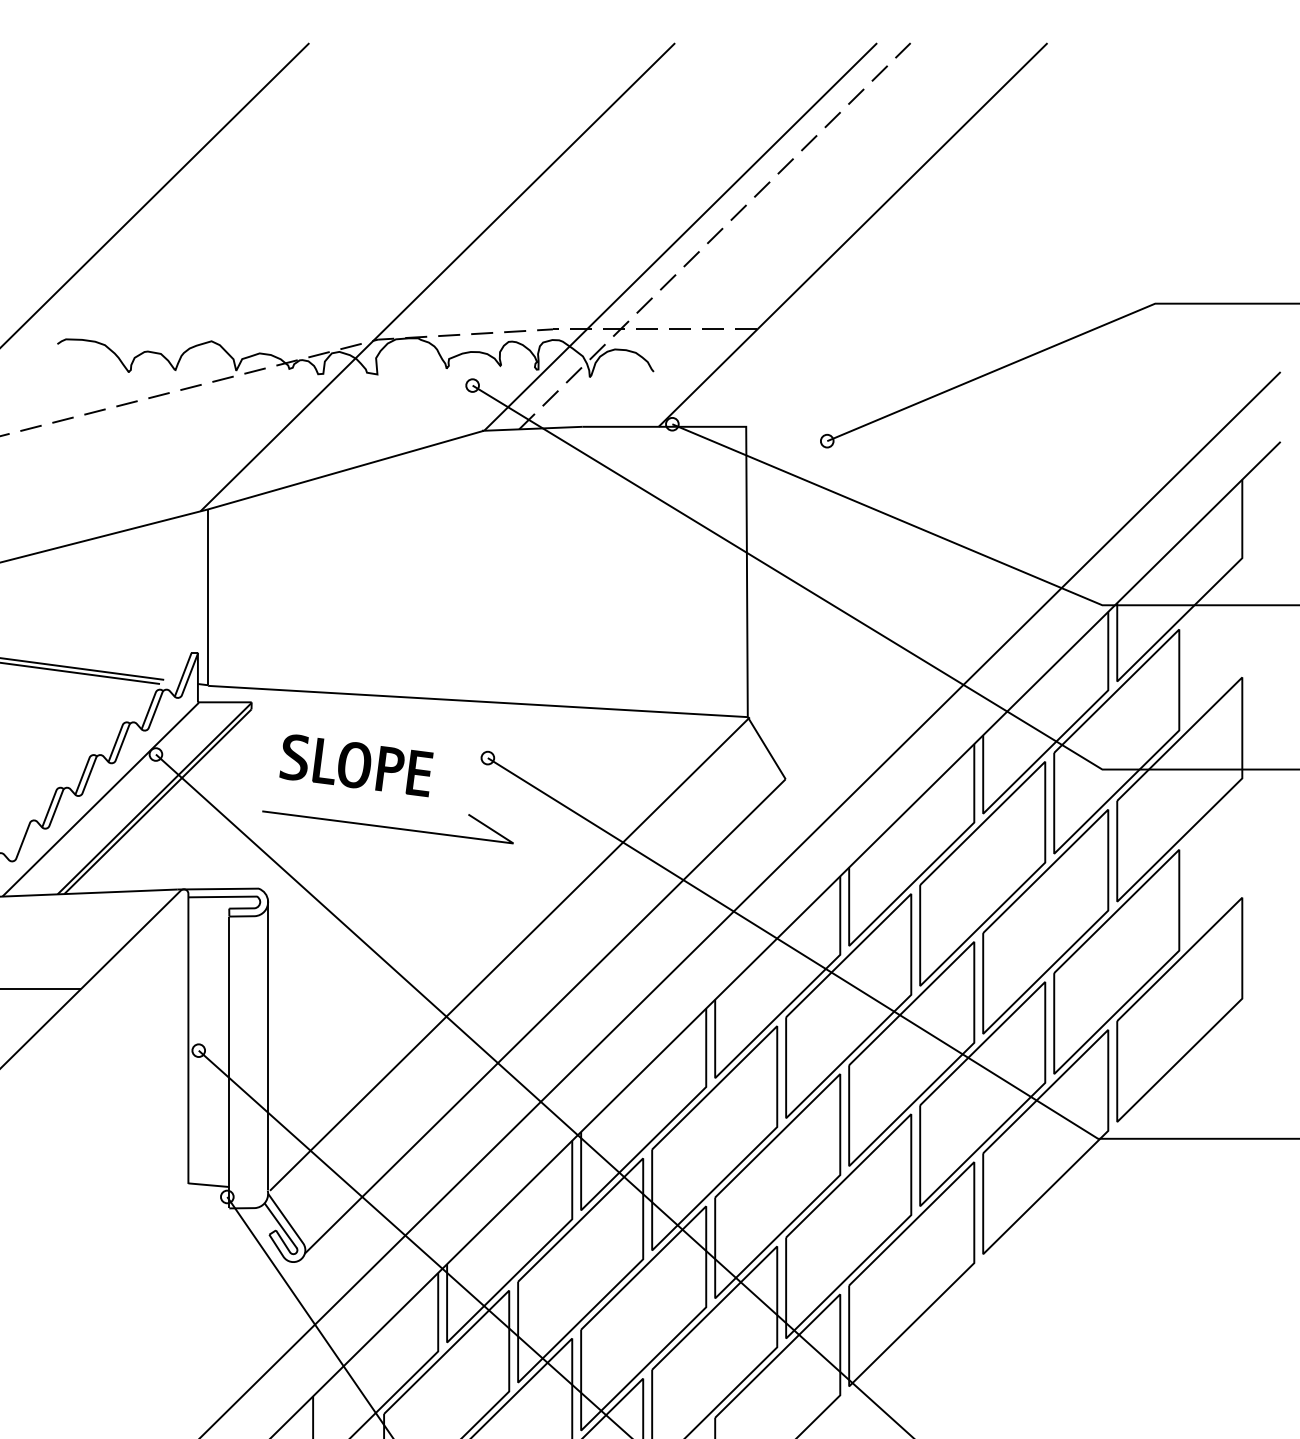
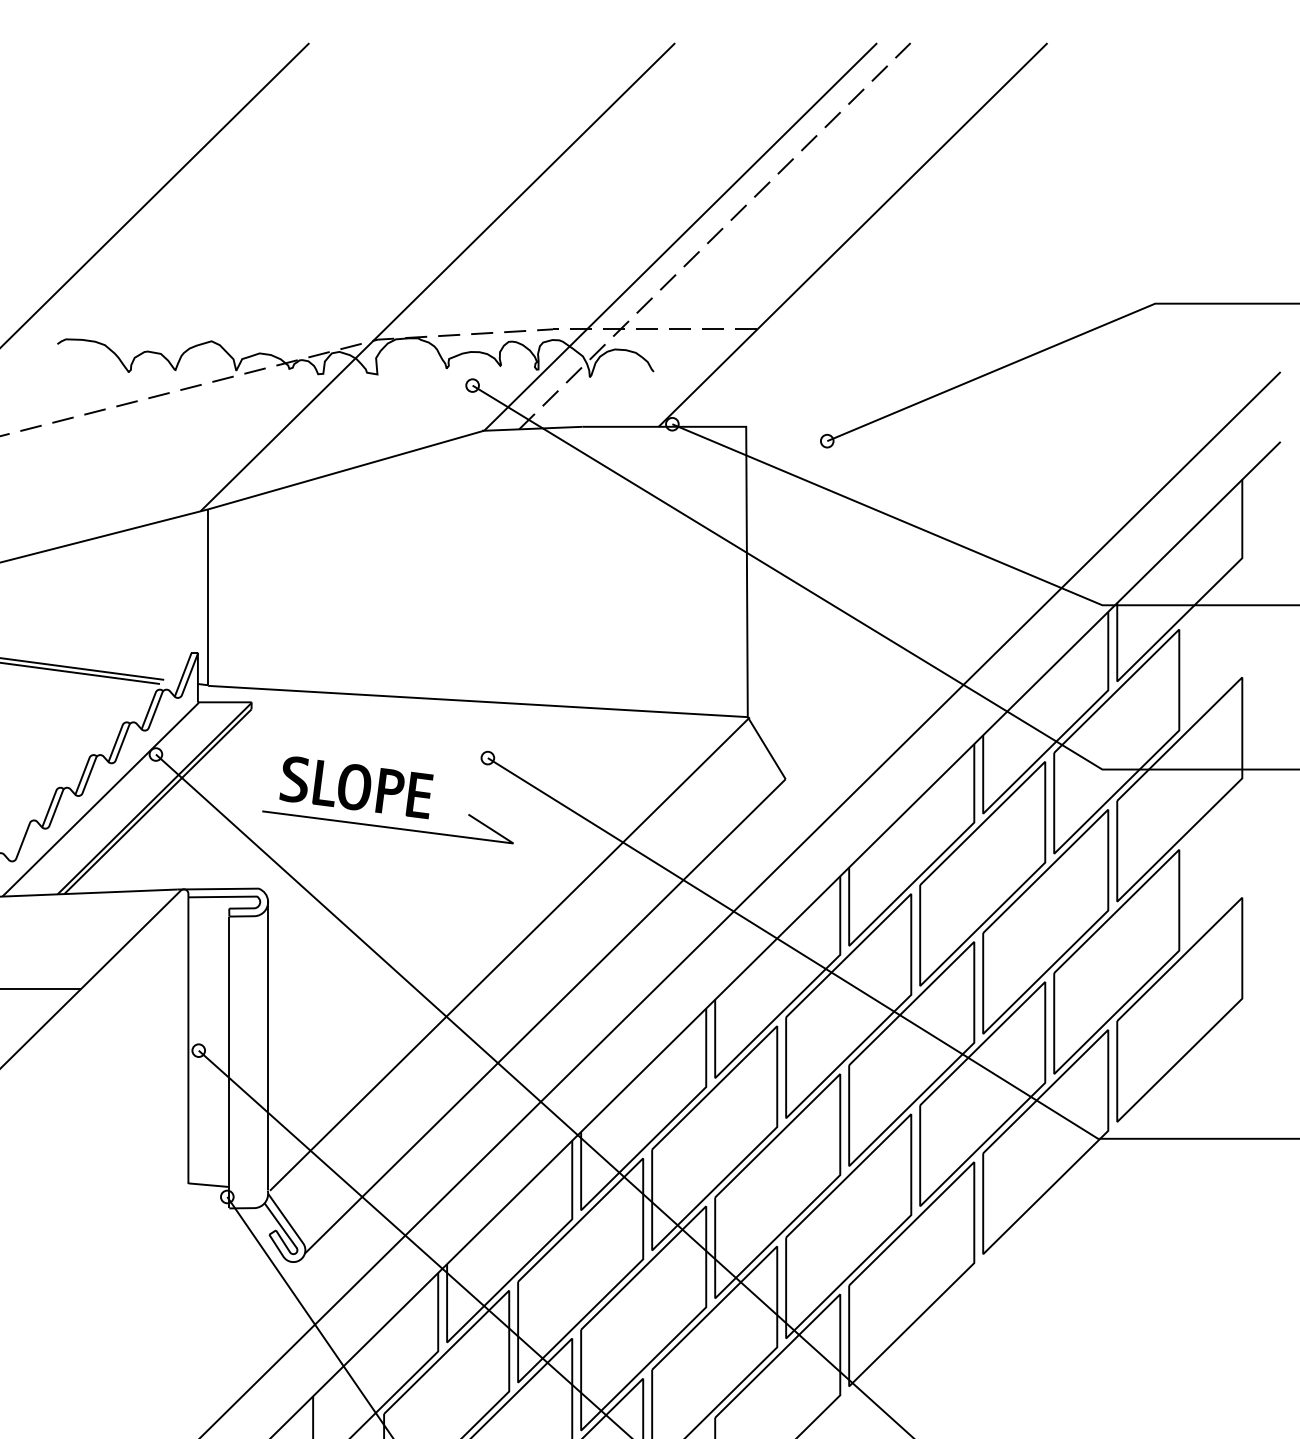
part at (356, 765) position: (356, 765) -> (356, 787)
